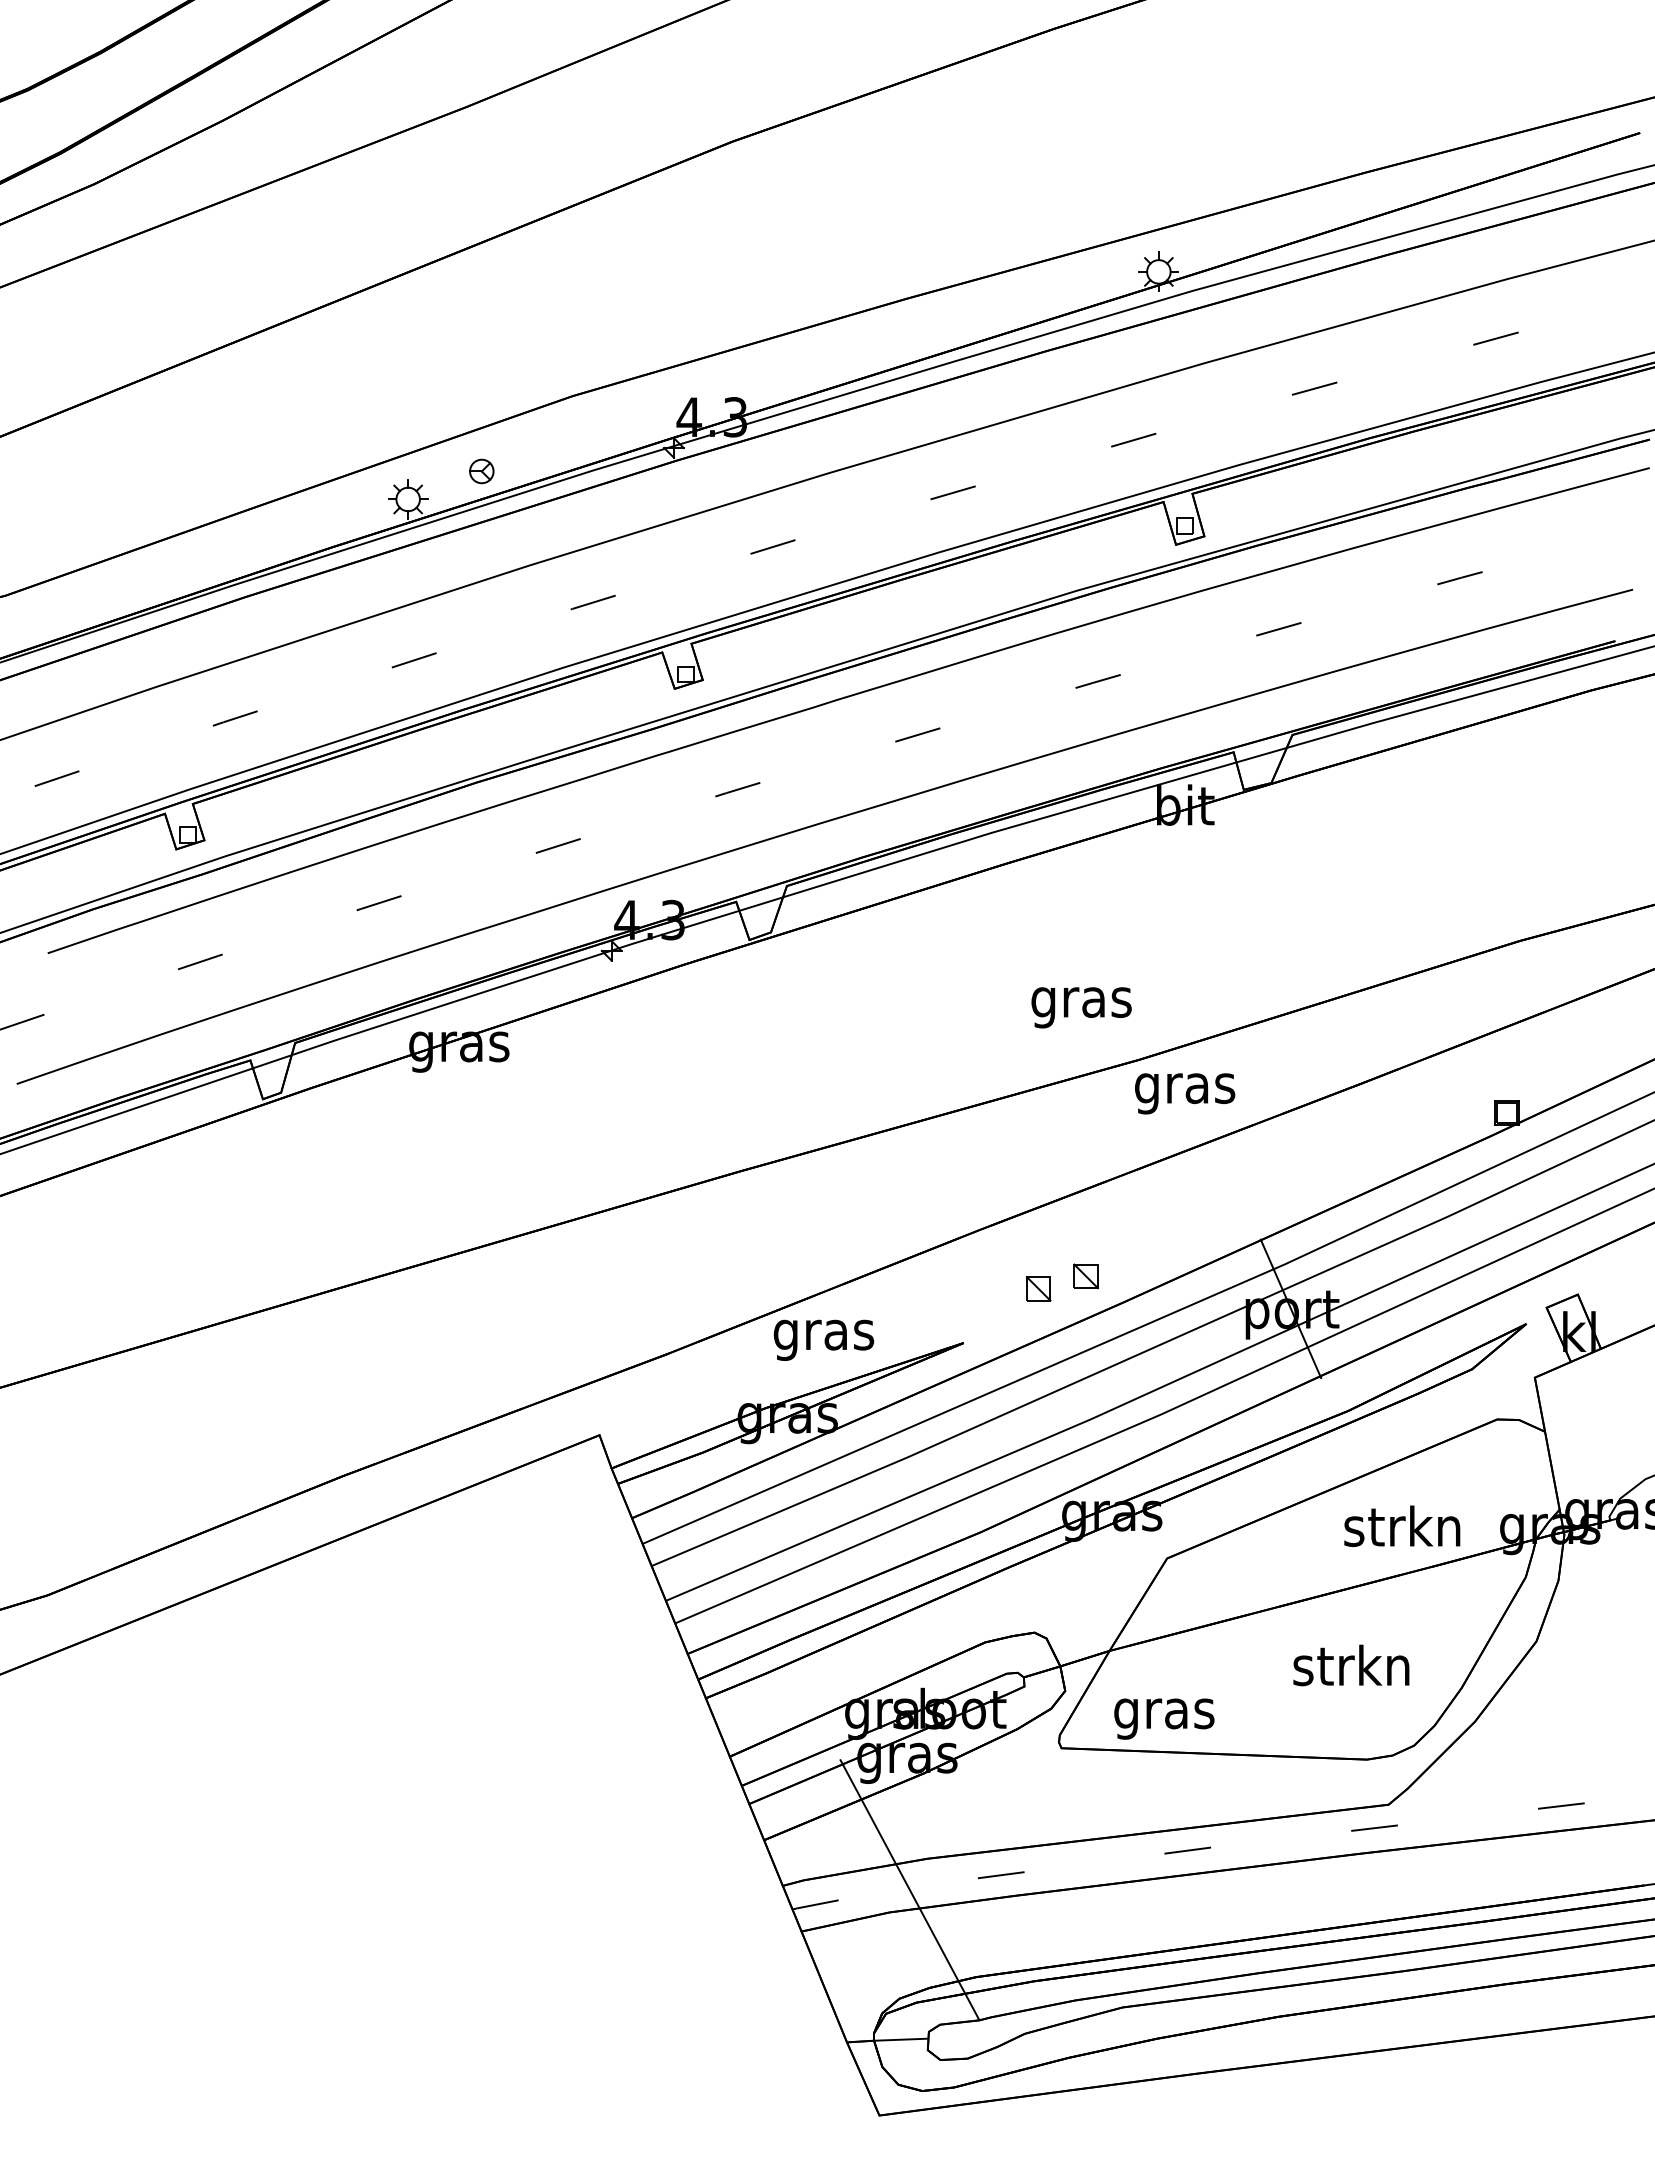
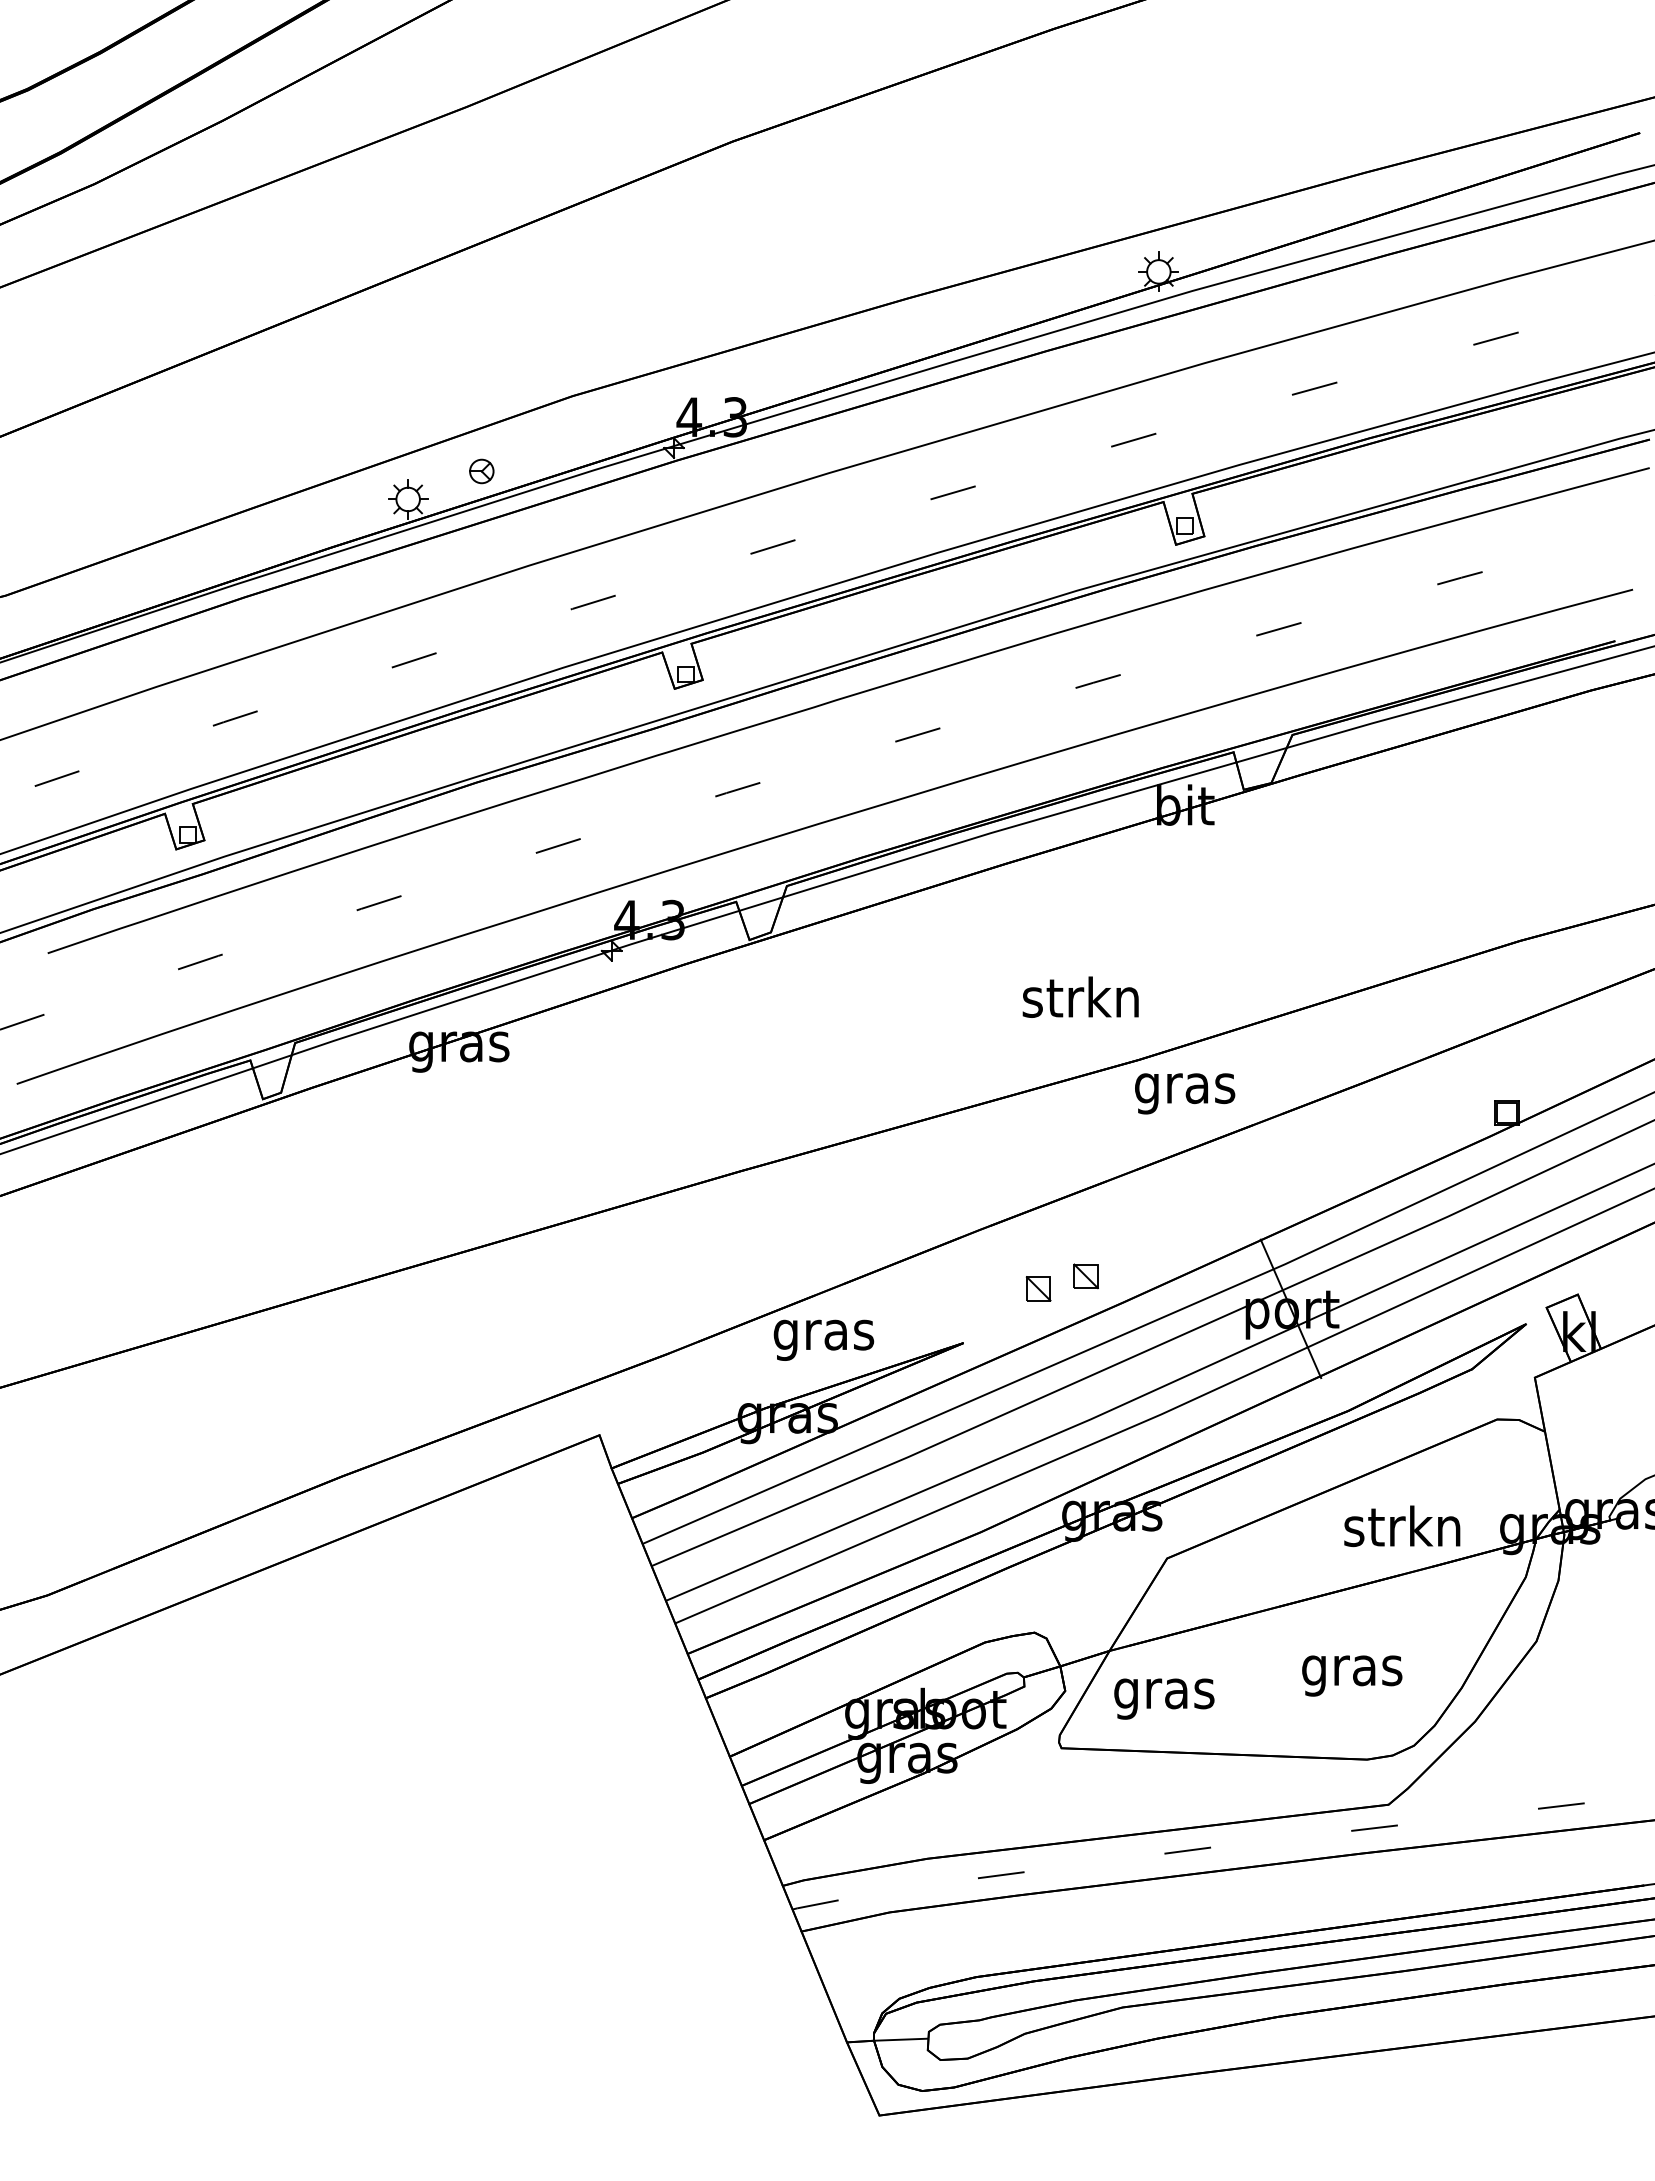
text at (1080, 1002): gras -> strkn
text at (1351, 1670): strkn -> gras
text at (1164, 1718) position: (1164, 1718) -> (1164, 1698)
line at (909, 1889): present -> none
